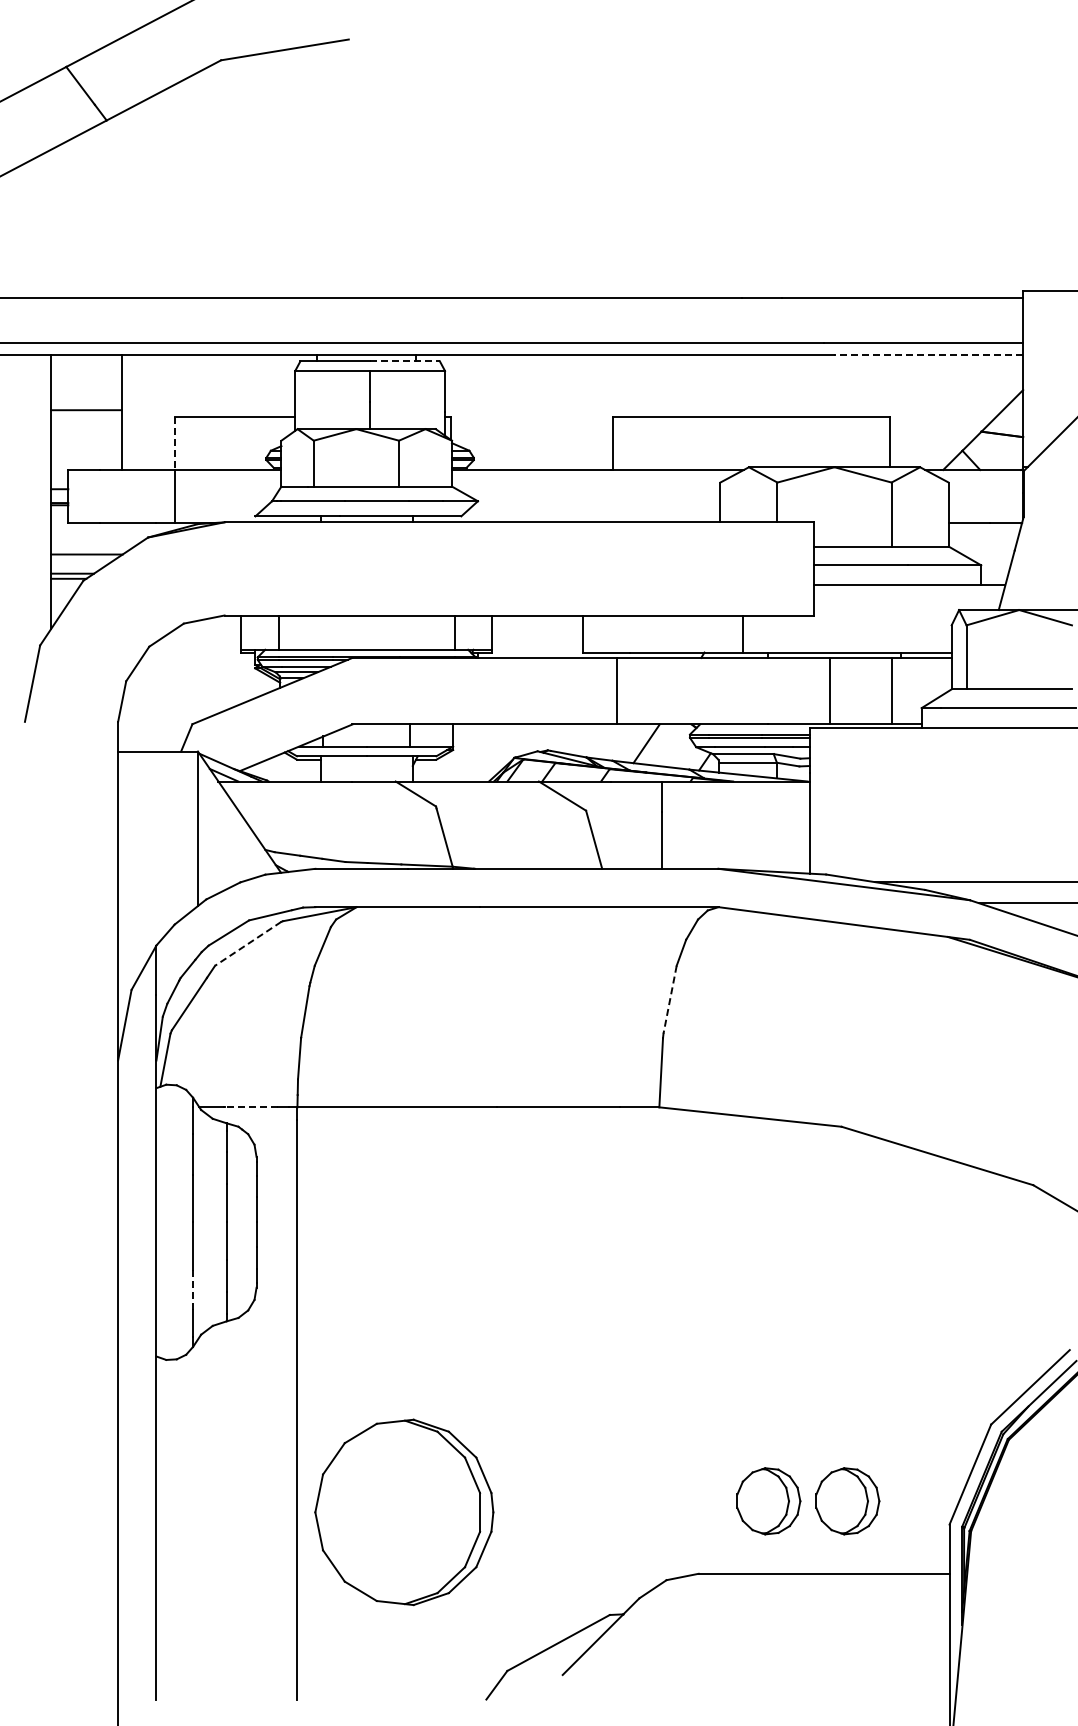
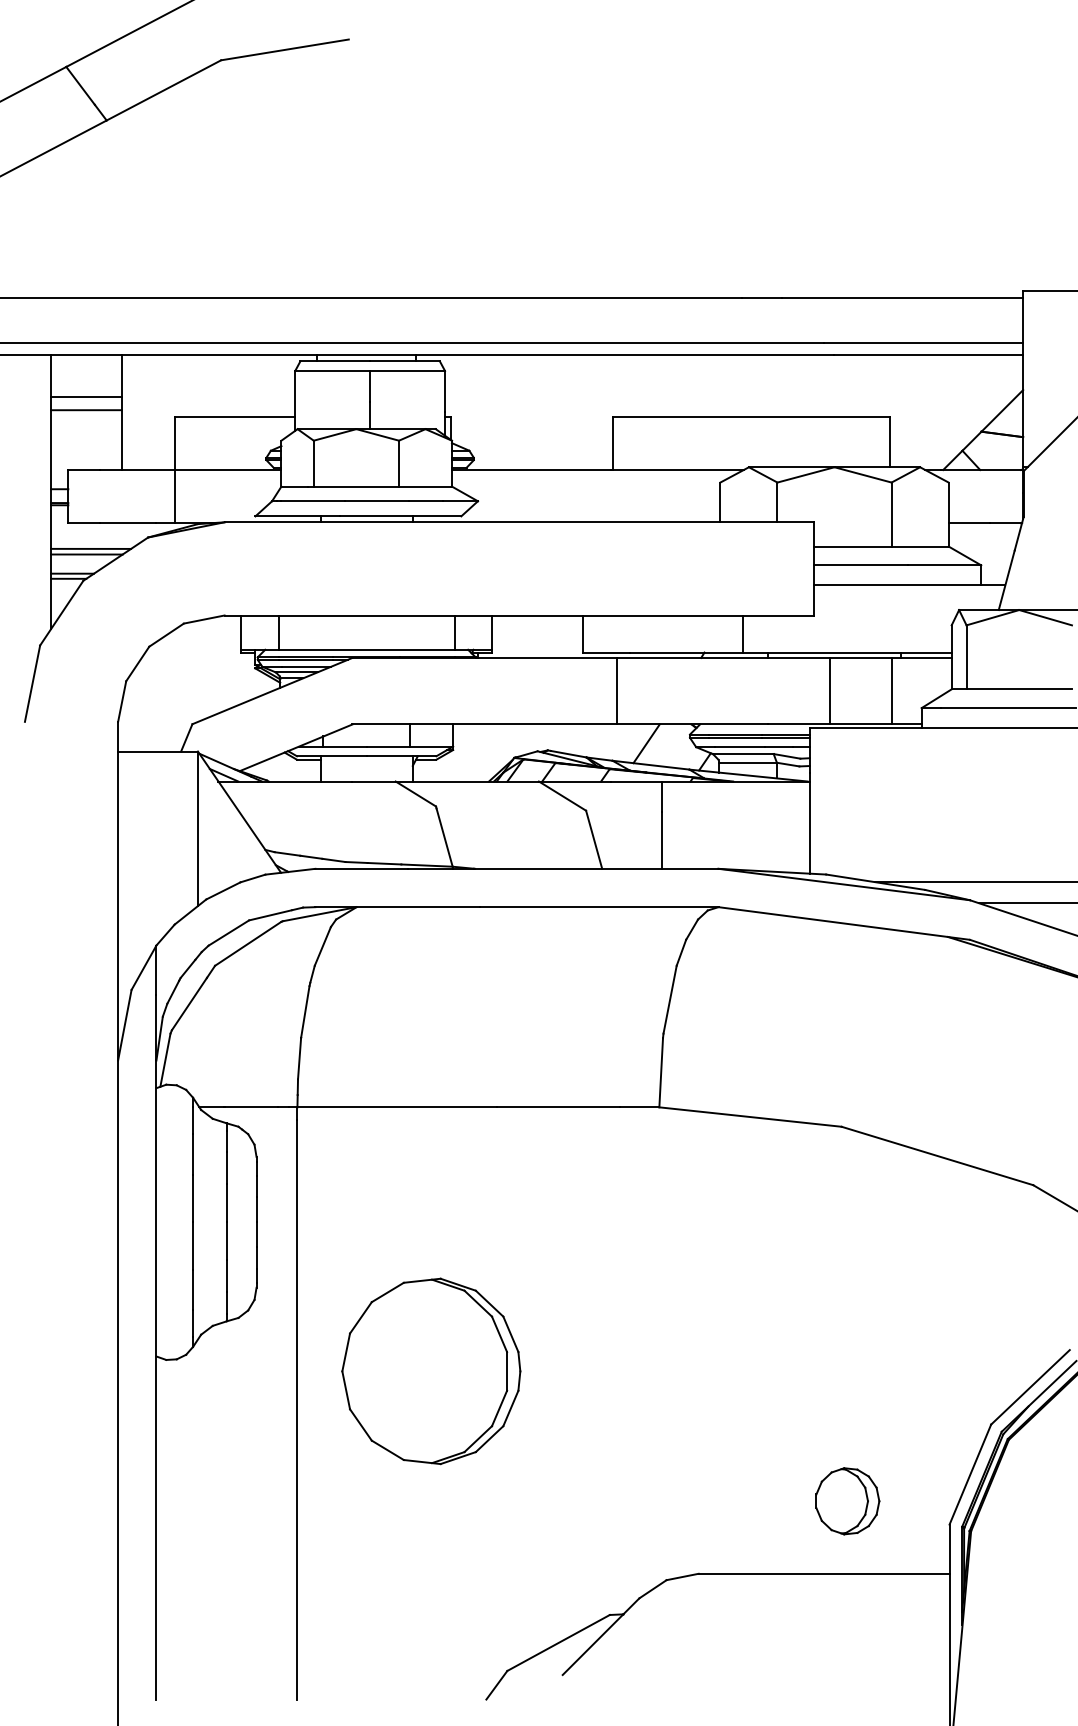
line at (928, 354): dashed -> solid
line at (405, 361): dashed -> solid
line at (86, 396): none -> present
line at (174, 443): dashed -> solid
line at (91, 548): none -> present
line at (248, 943): dashed -> solid
line at (670, 999): dashed -> solid
line at (251, 1107): dashed -> solid
line at (193, 1289): dashed -> solid
part at (768, 1501): present -> none
part at (404, 1512) position: (404, 1512) -> (431, 1371)
